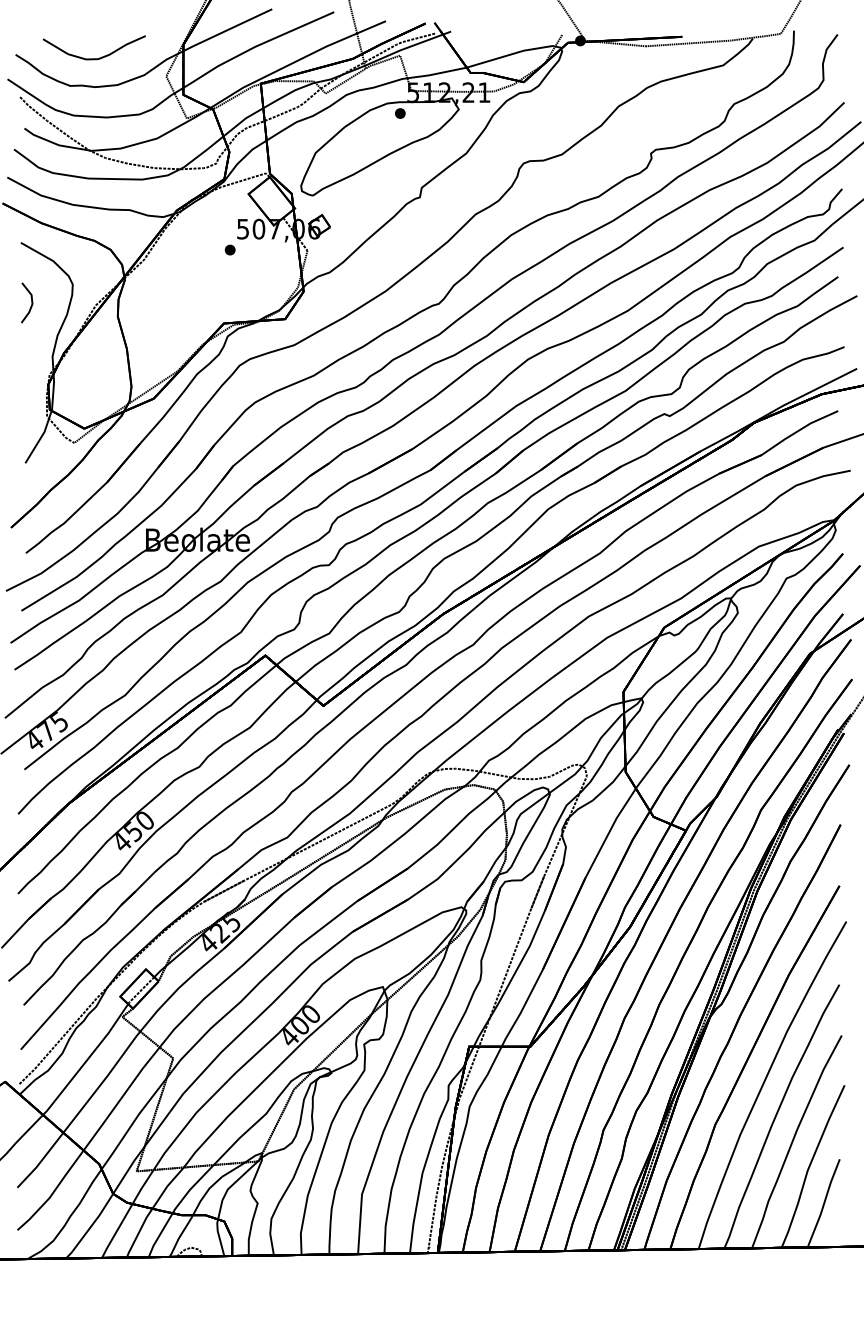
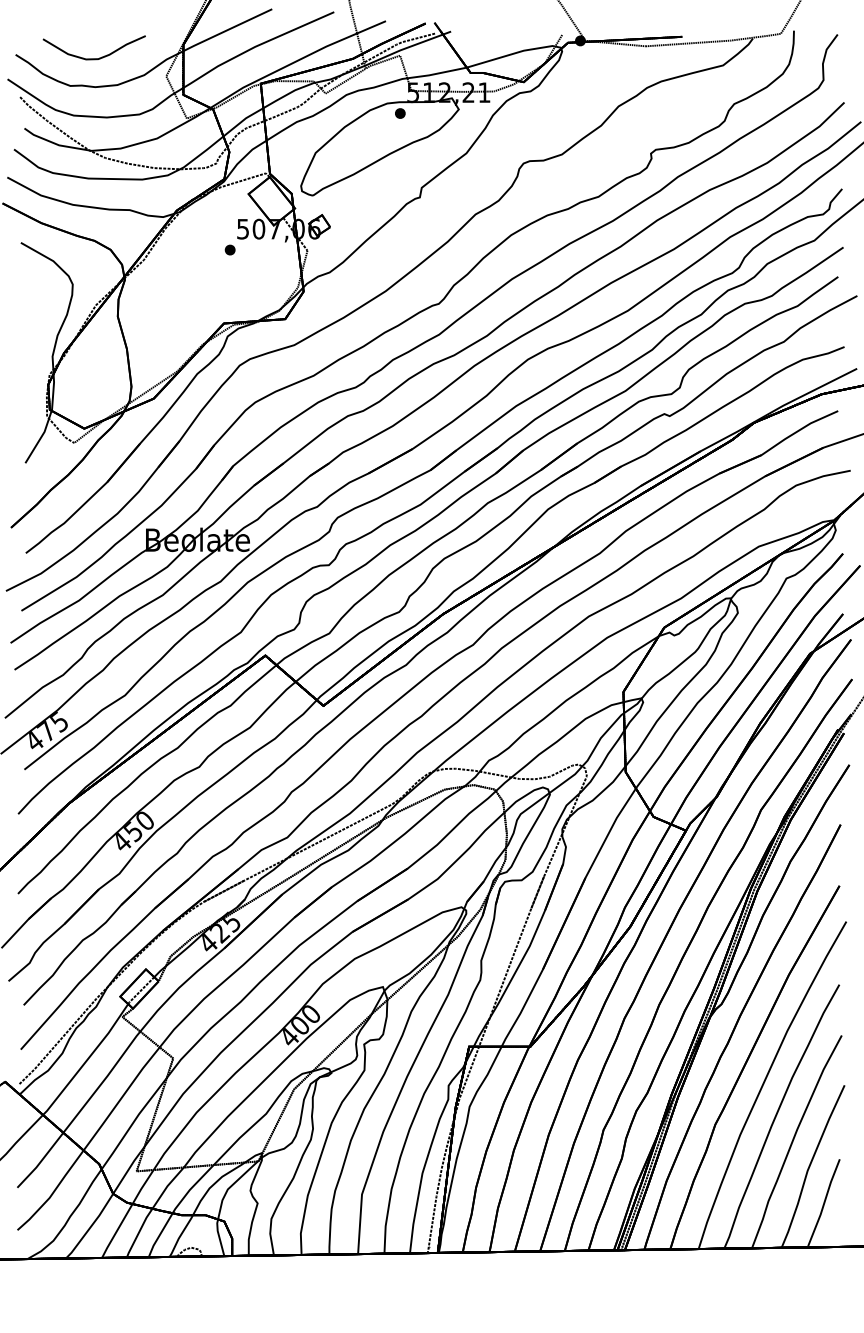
line at (31, 302): present -> none
